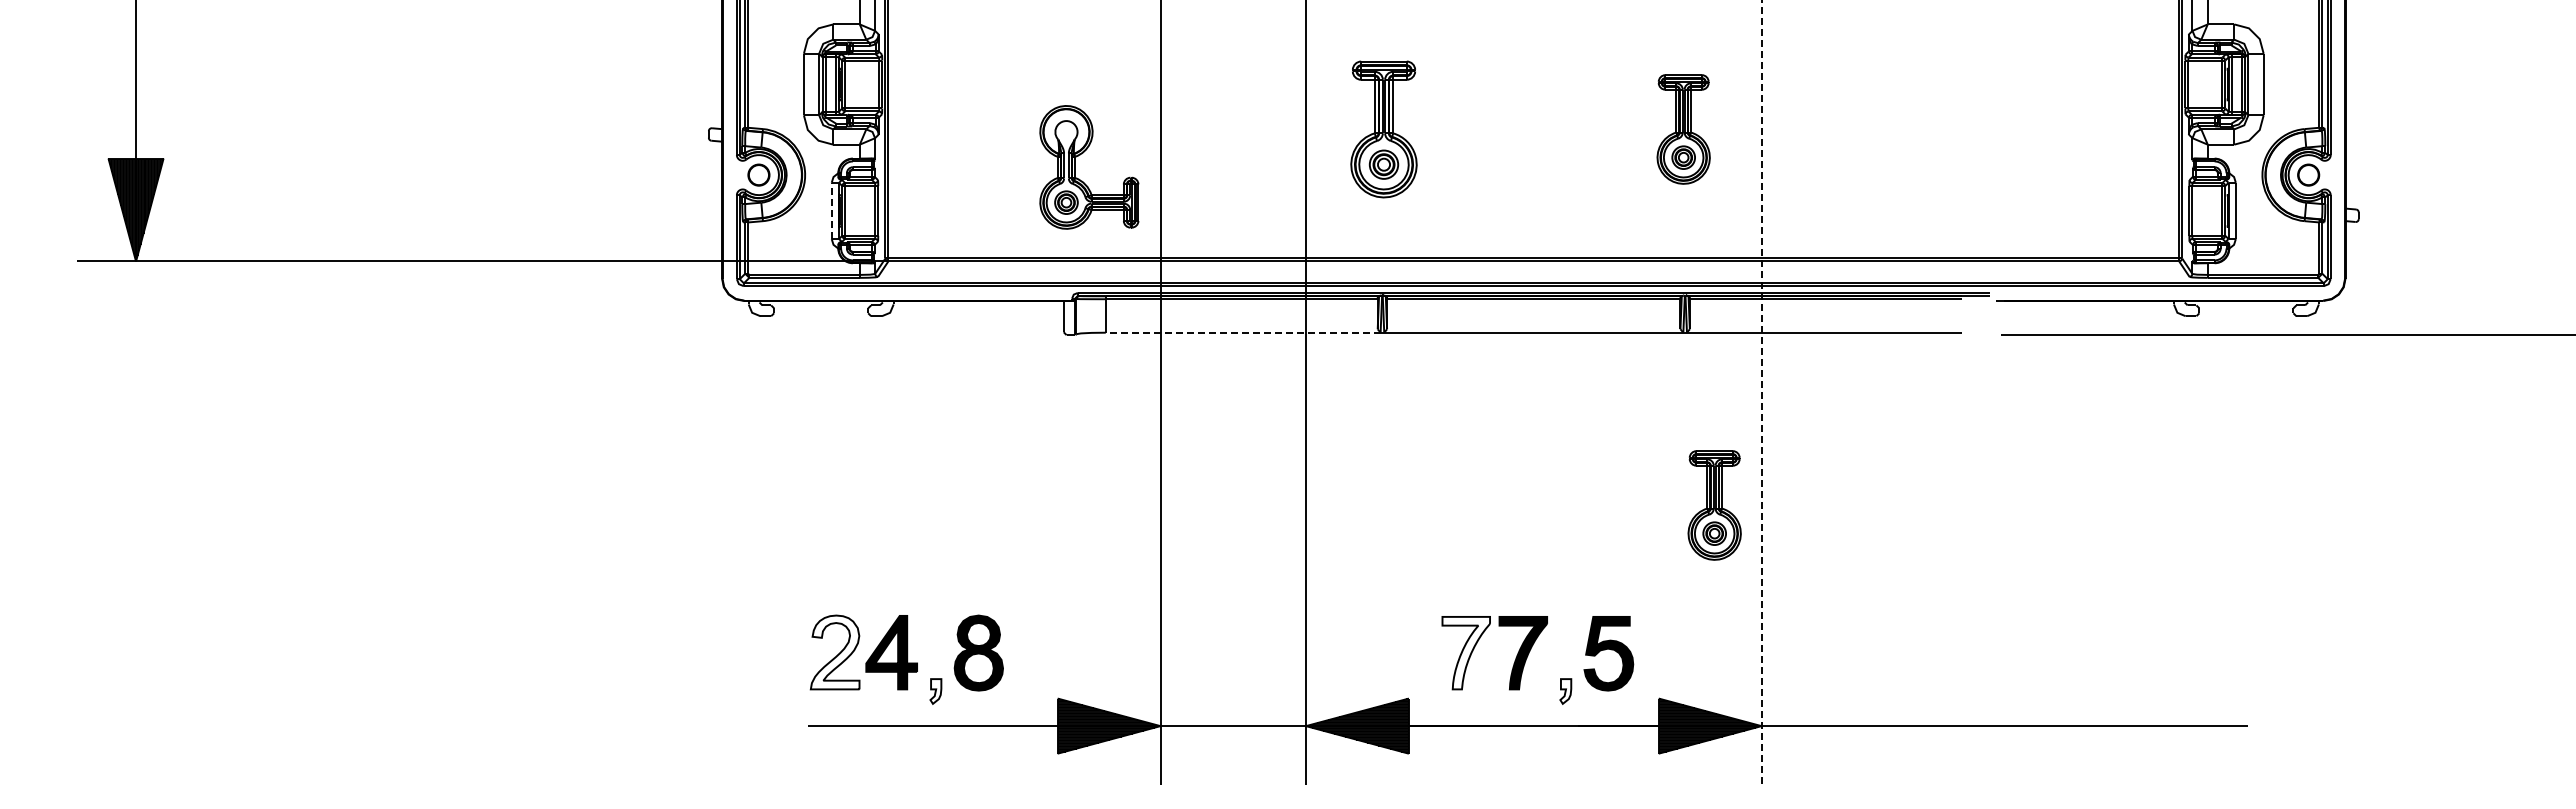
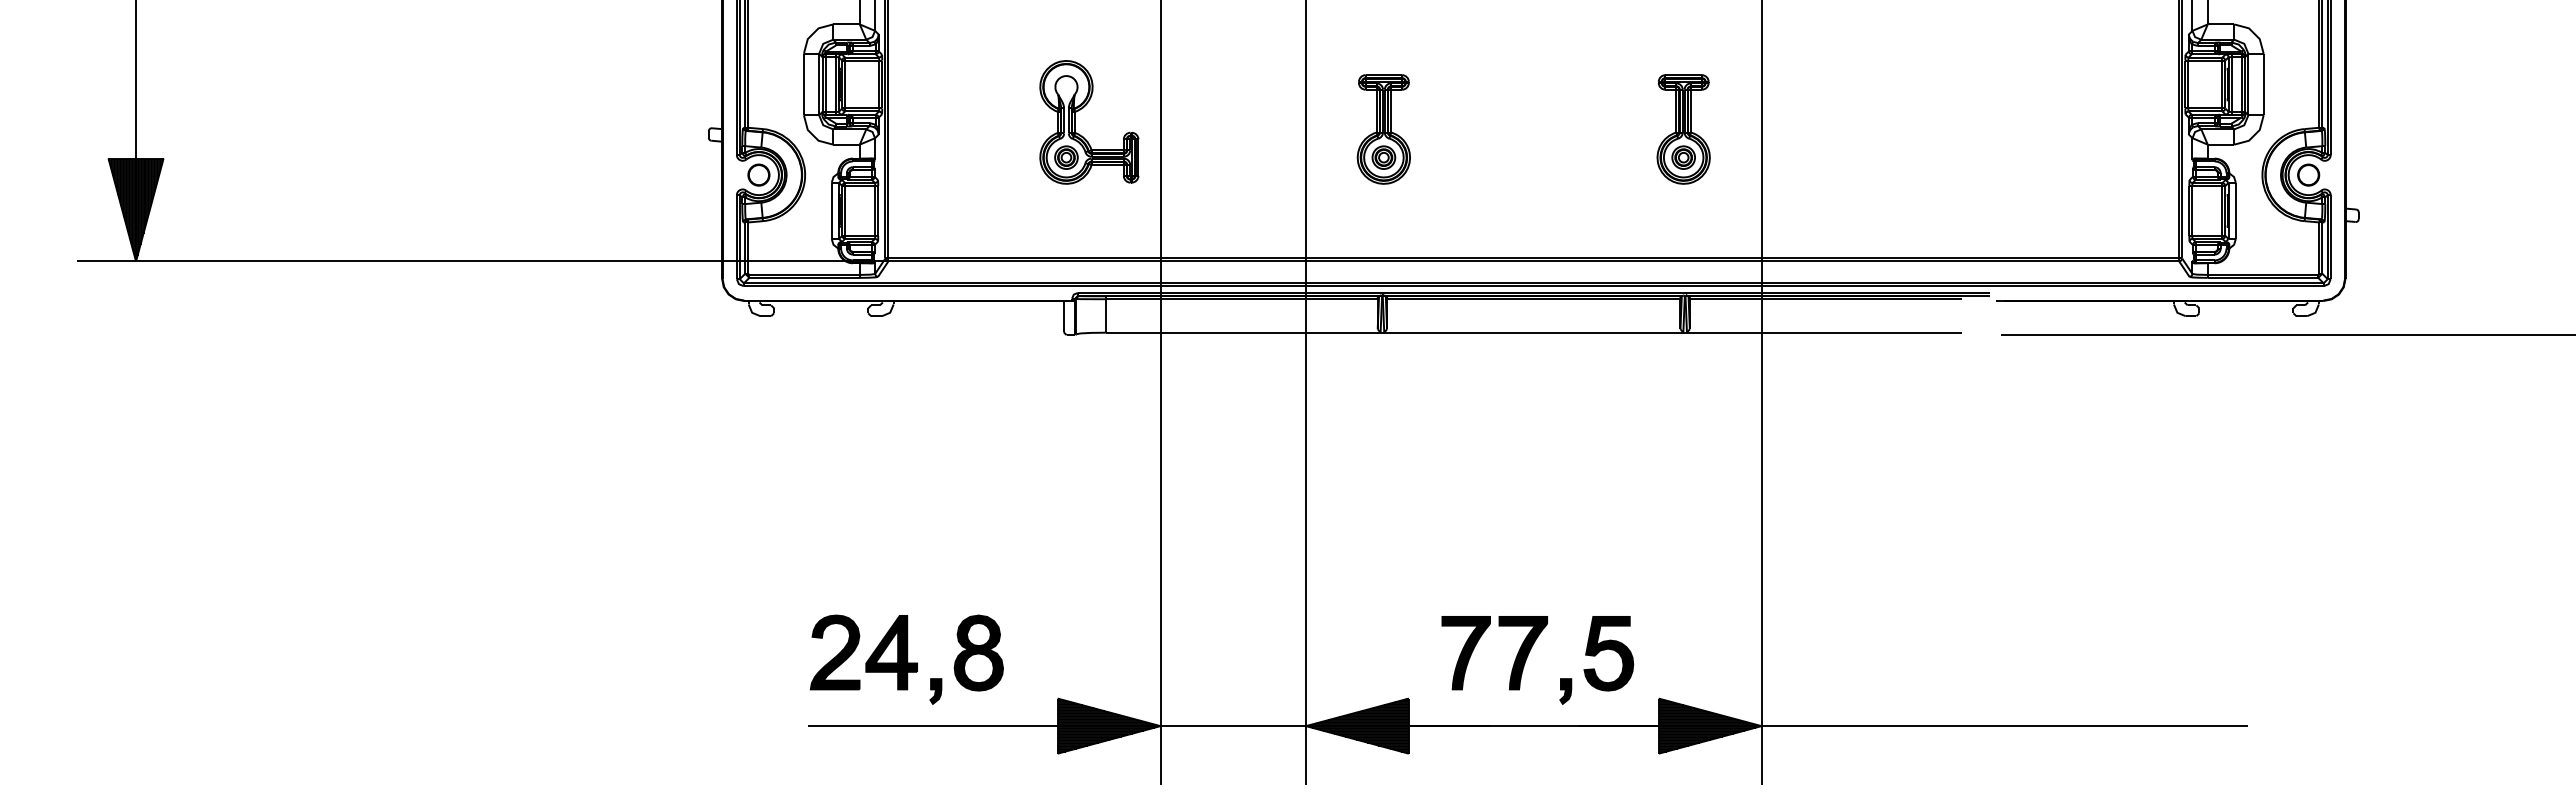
part at (1383, 129) size: 68x139 px -> 55x111 px
part at (1075, 167) position: (1075, 167) -> (1075, 122)
line at (831, 210): dashed -> solid
line at (1242, 332): dashed -> solid
line at (1761, 393): dashed -> solid
part at (1714, 505): present -> none
fill at (834, 652): none -> present
fill at (1466, 652): none -> present
fill at (935, 691): none -> present
fill at (1565, 691): none -> present
